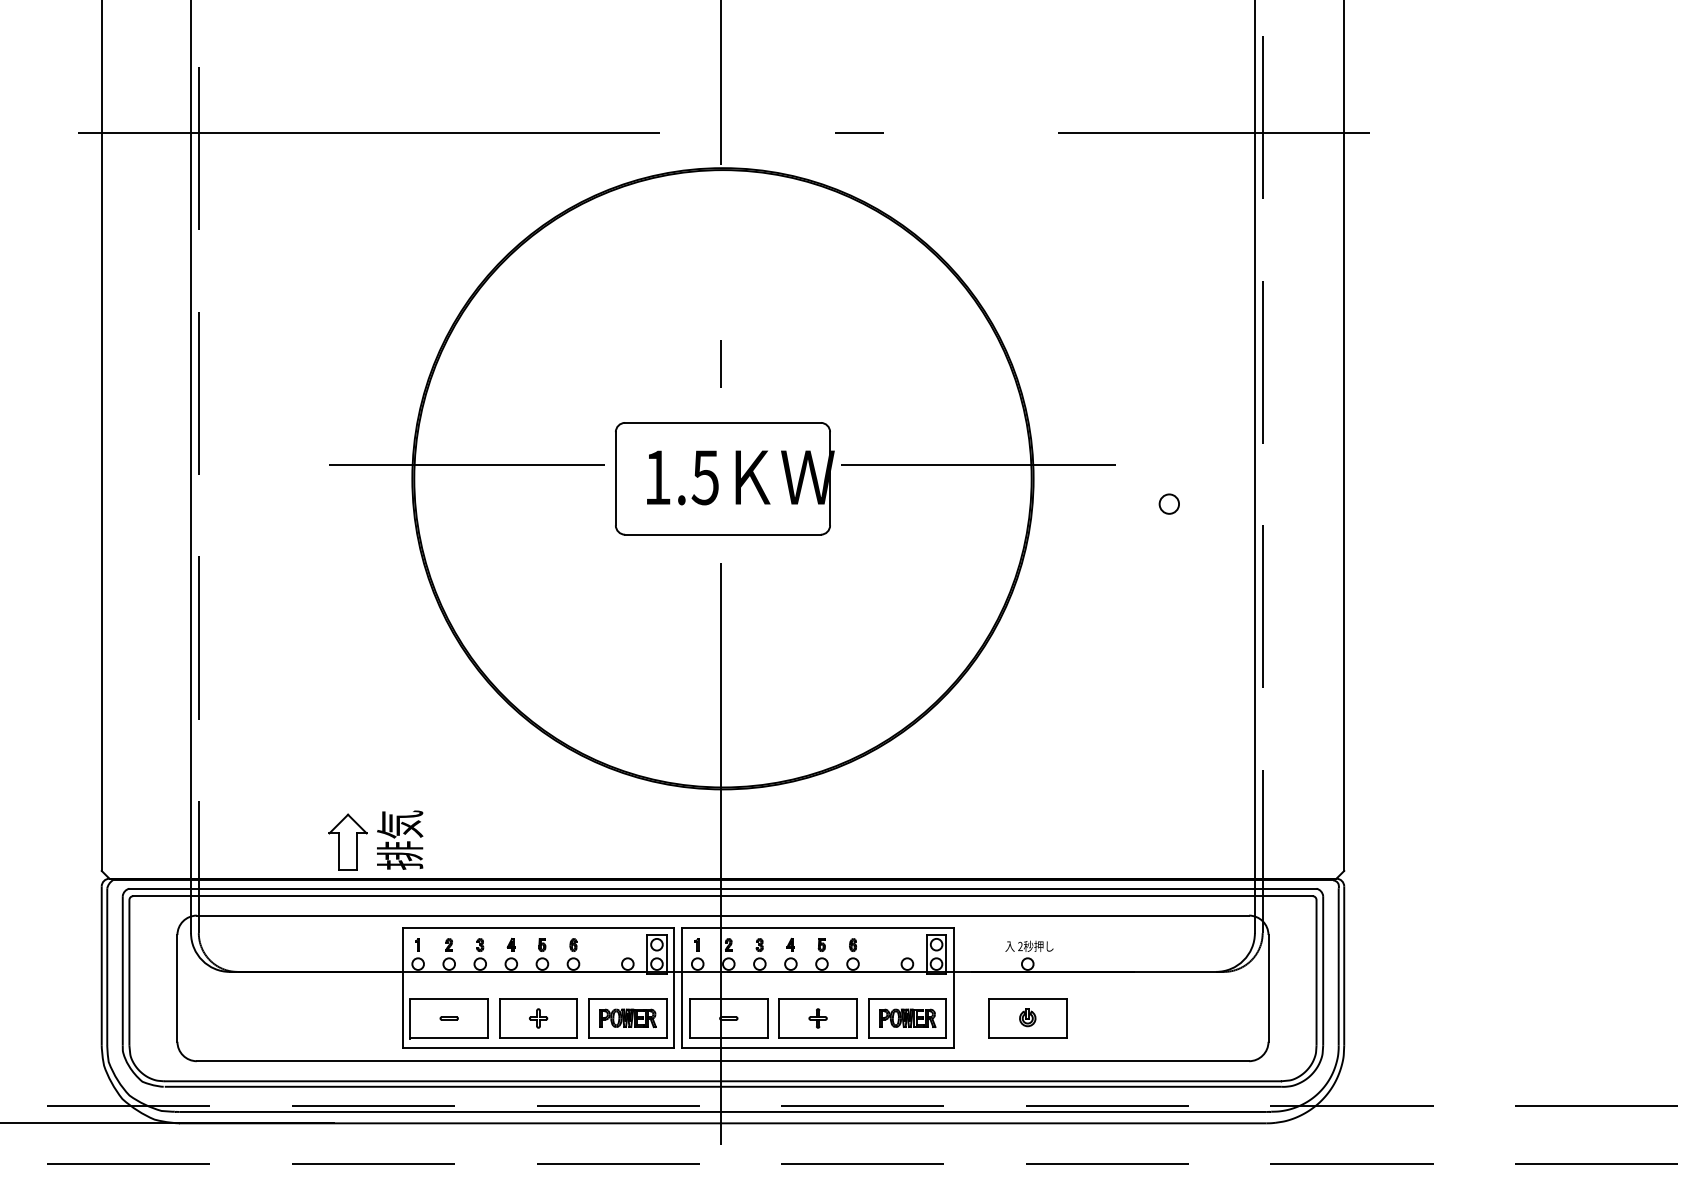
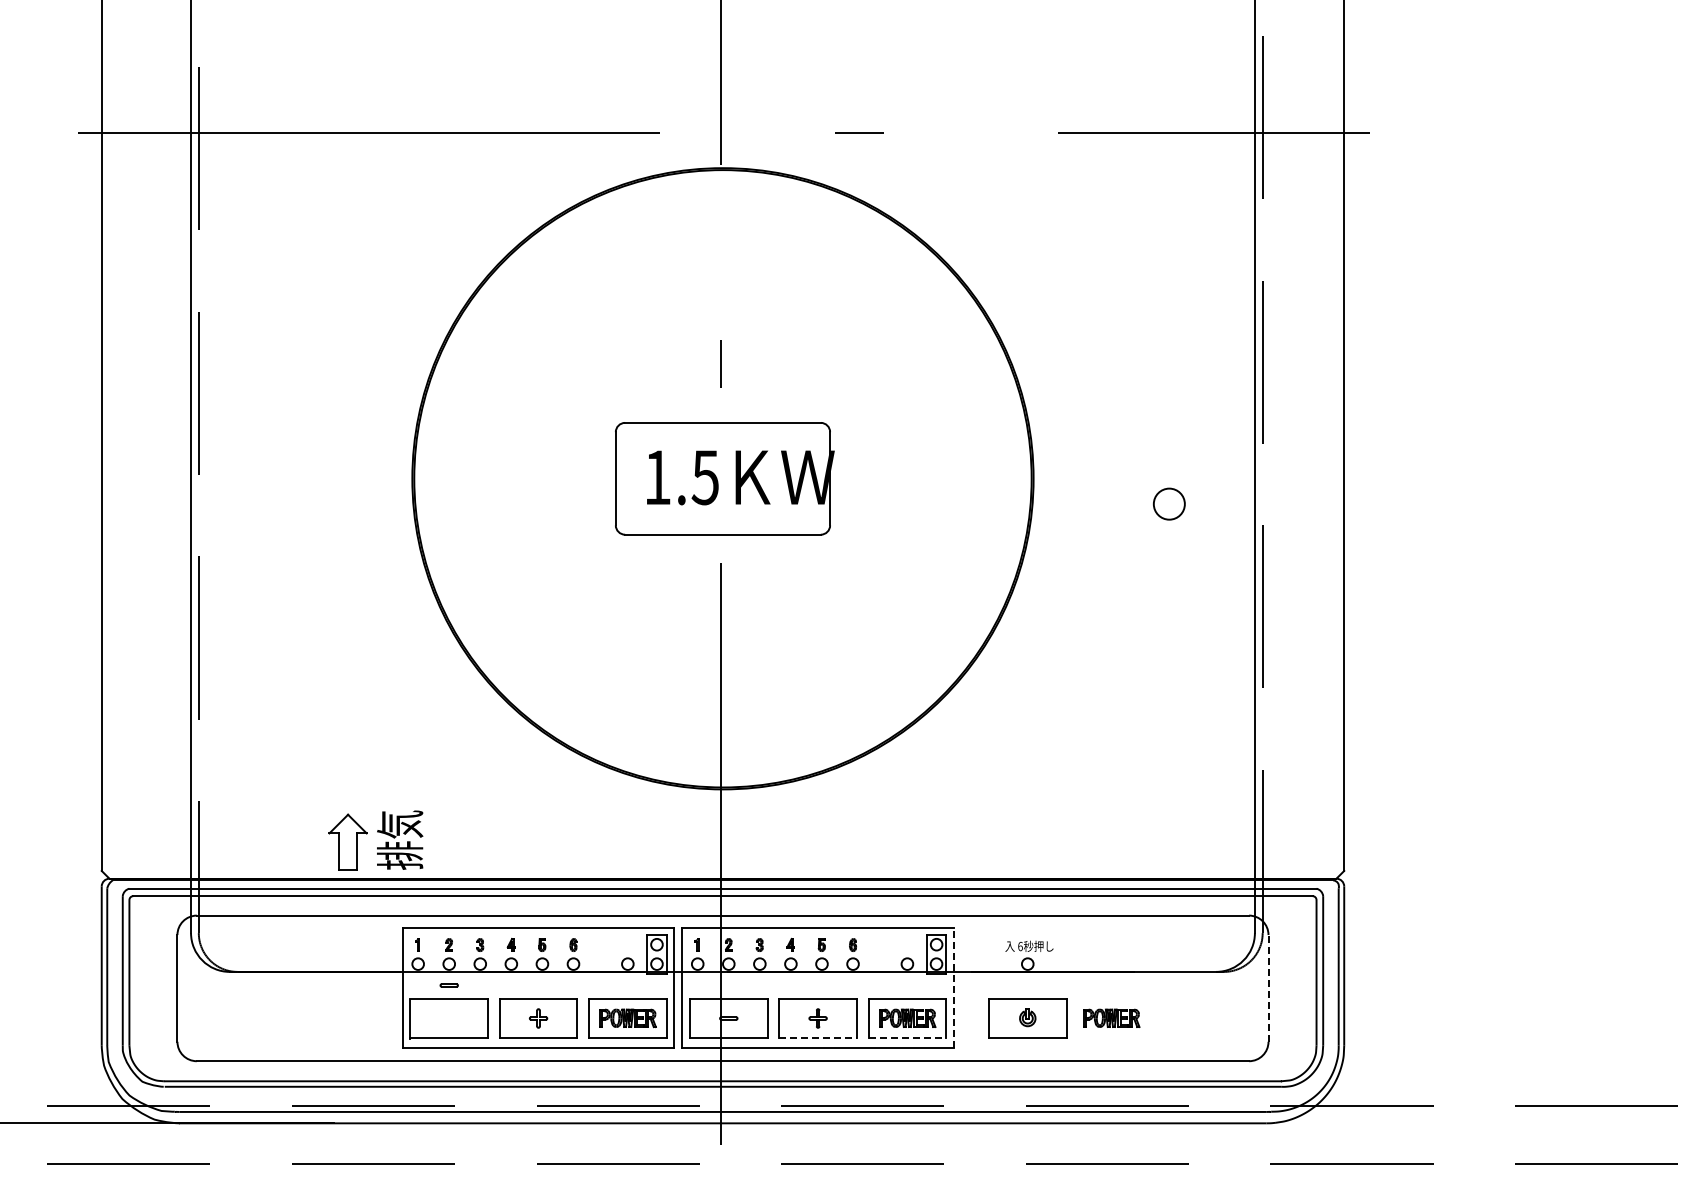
line at (467, 465): present -> none
line at (978, 465): present -> none
circle at (1169, 503) diameter: 19 px -> 31 px
text at (1020, 946): 2 -> 6
line at (954, 987): solid -> dashed
line at (1268, 987): solid -> dashed
line at (448, 1017) position: (448, 1017) -> (448, 984)
part at (1111, 1017): none -> present
line at (818, 1037): solid -> dashed
line at (907, 1037): solid -> dashed
